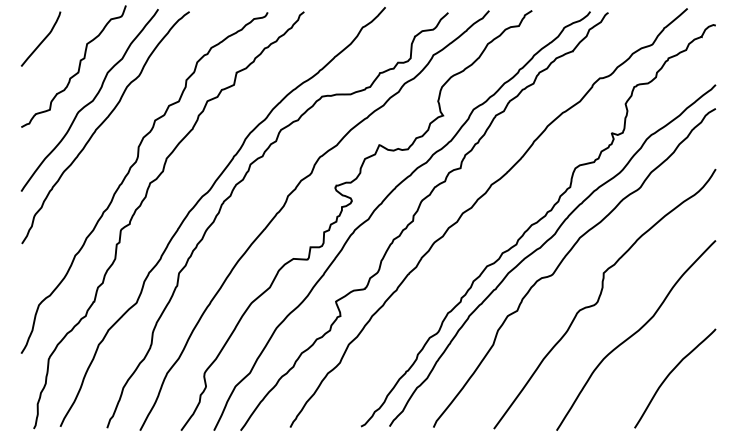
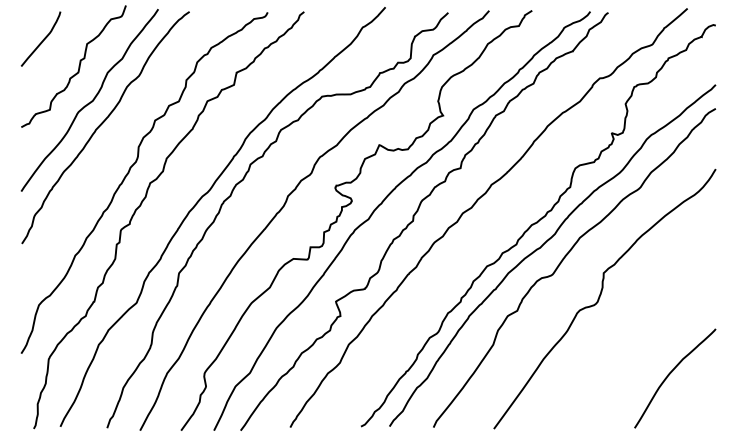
curve at (635, 334): present -> none
